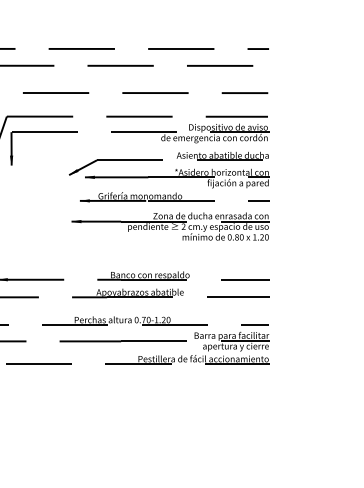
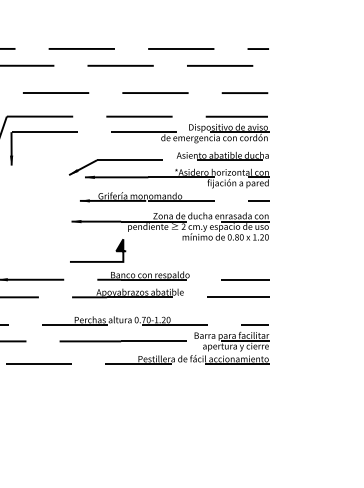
part at (98, 261): none -> present
